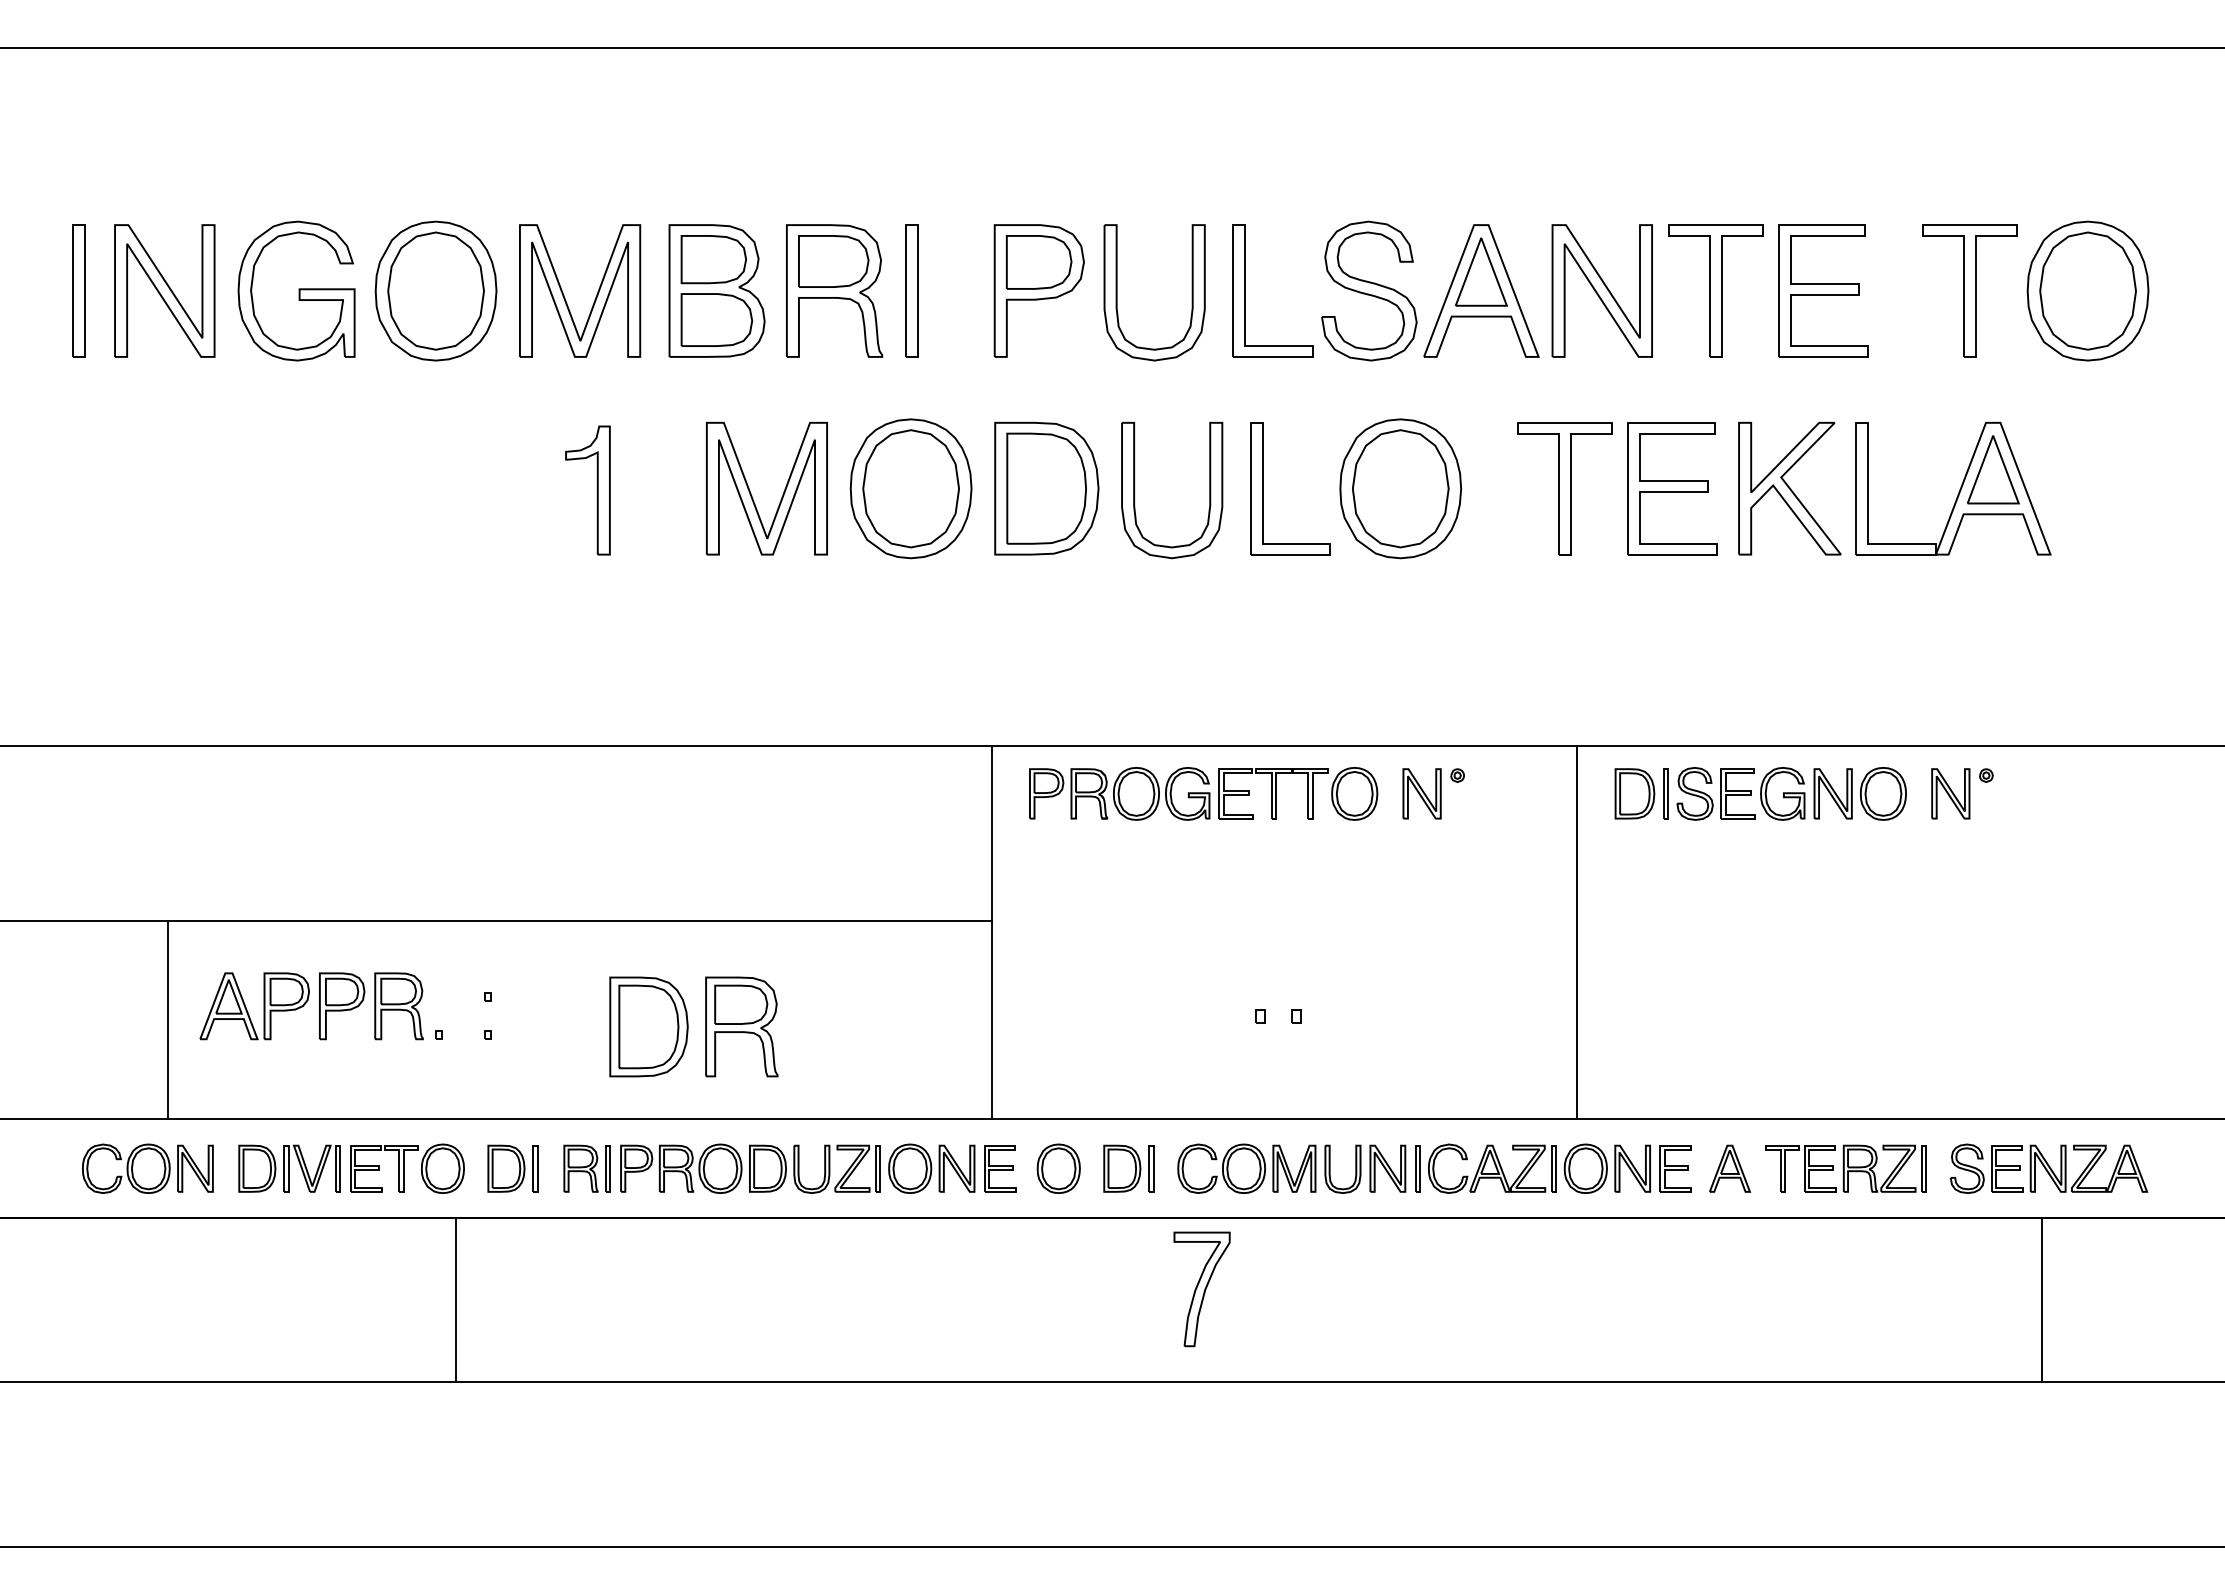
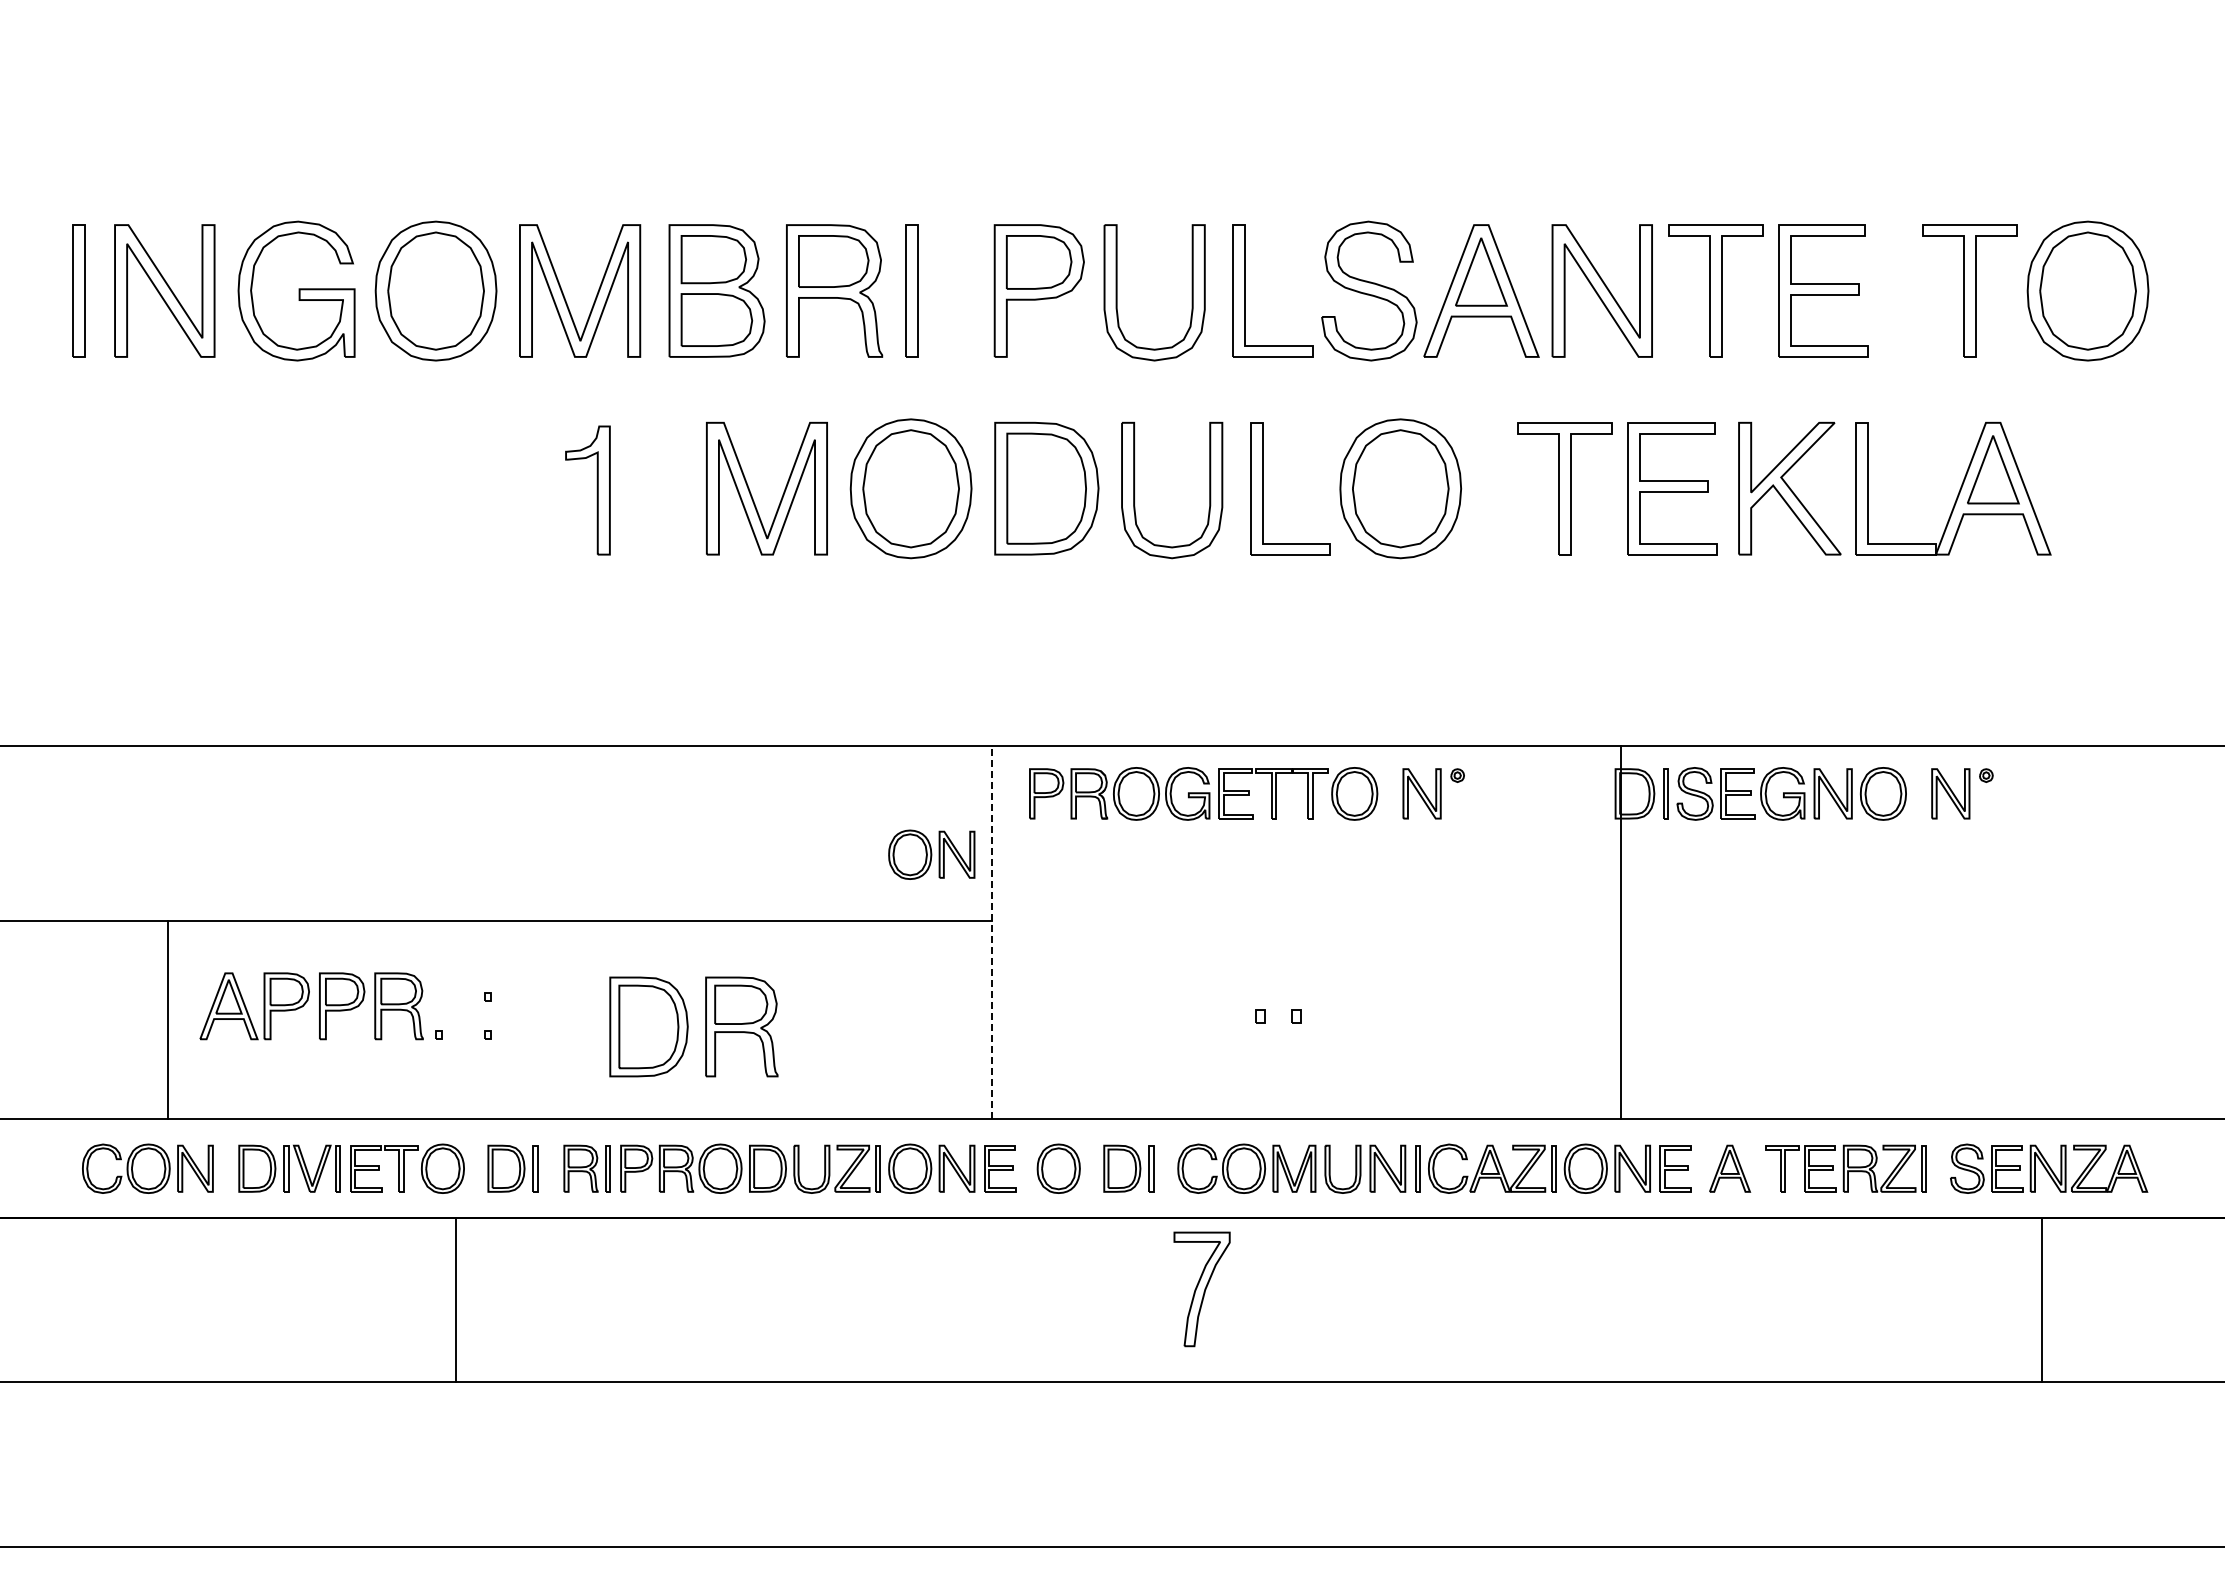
line at (1111, 47): present -> none
part at (931, 854): none -> present
line at (991, 932): solid -> dashed
line at (1577, 932) position: (1577, 932) -> (1621, 932)
